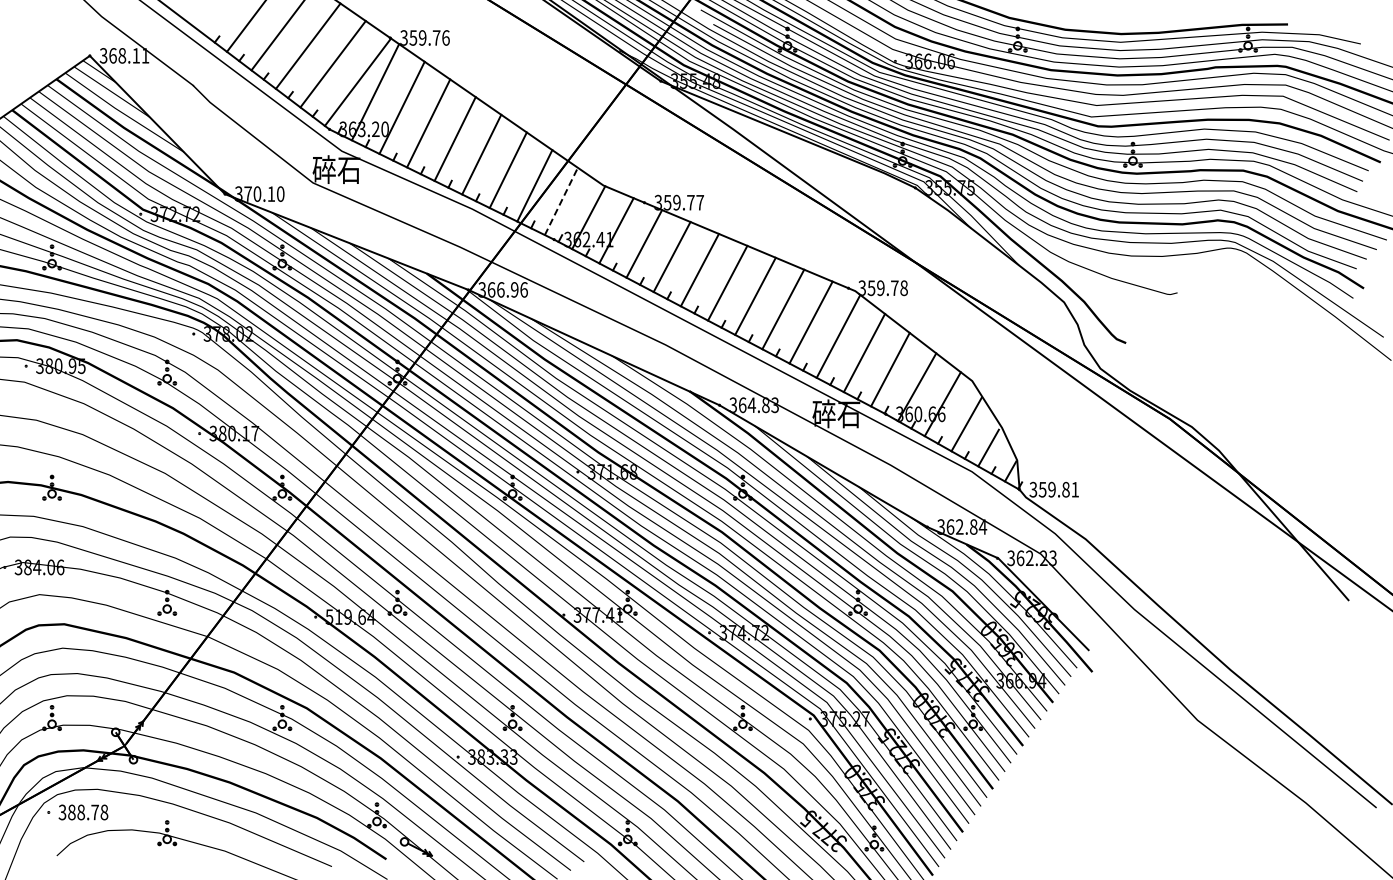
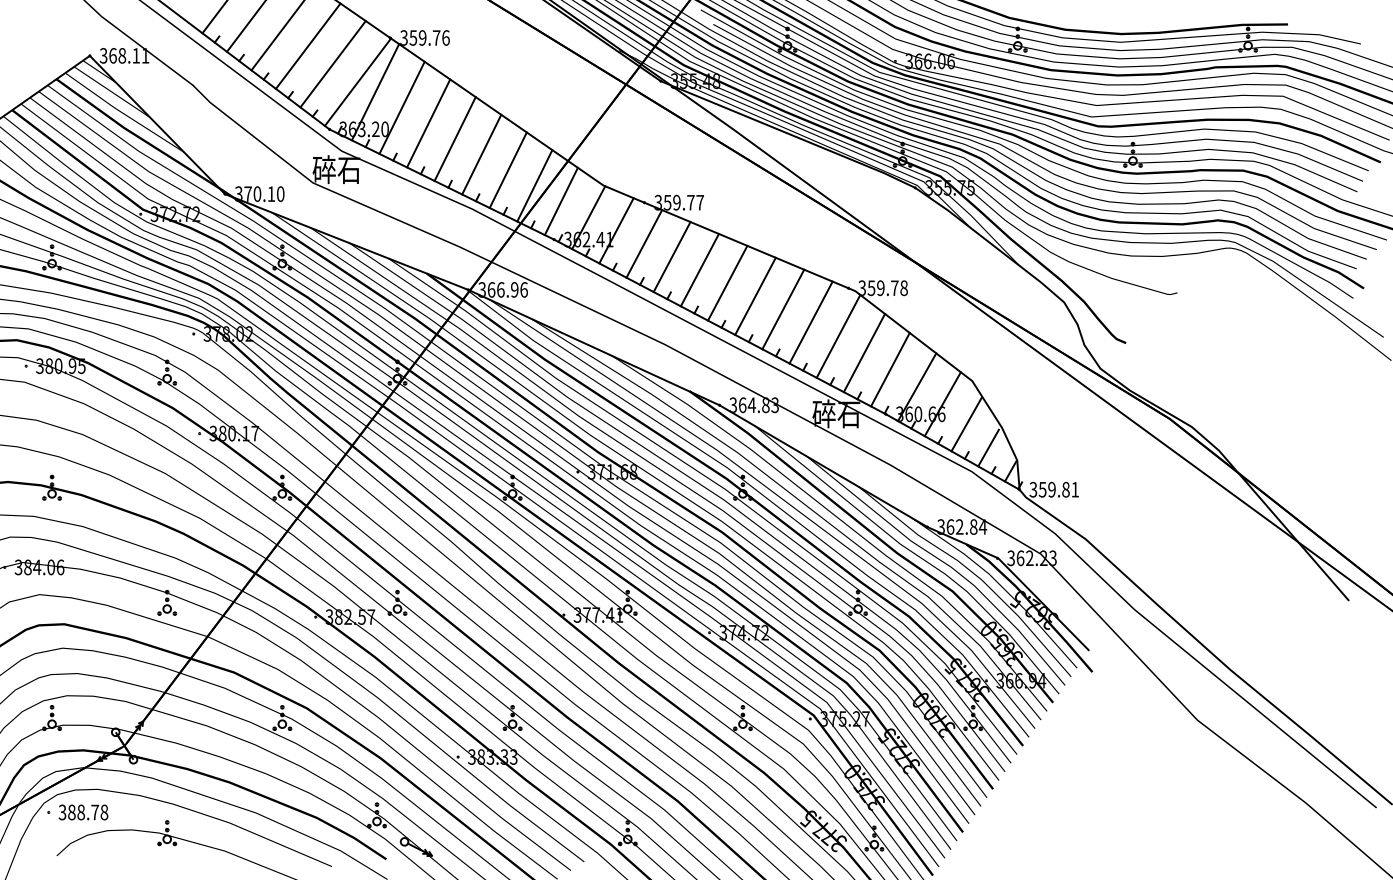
line at (213, 17): none -> present
line at (561, 200): dashed -> solid
text at (350, 616): 519.64 -> 382.57
text at (973, 684): 317.5 -> 367.5
